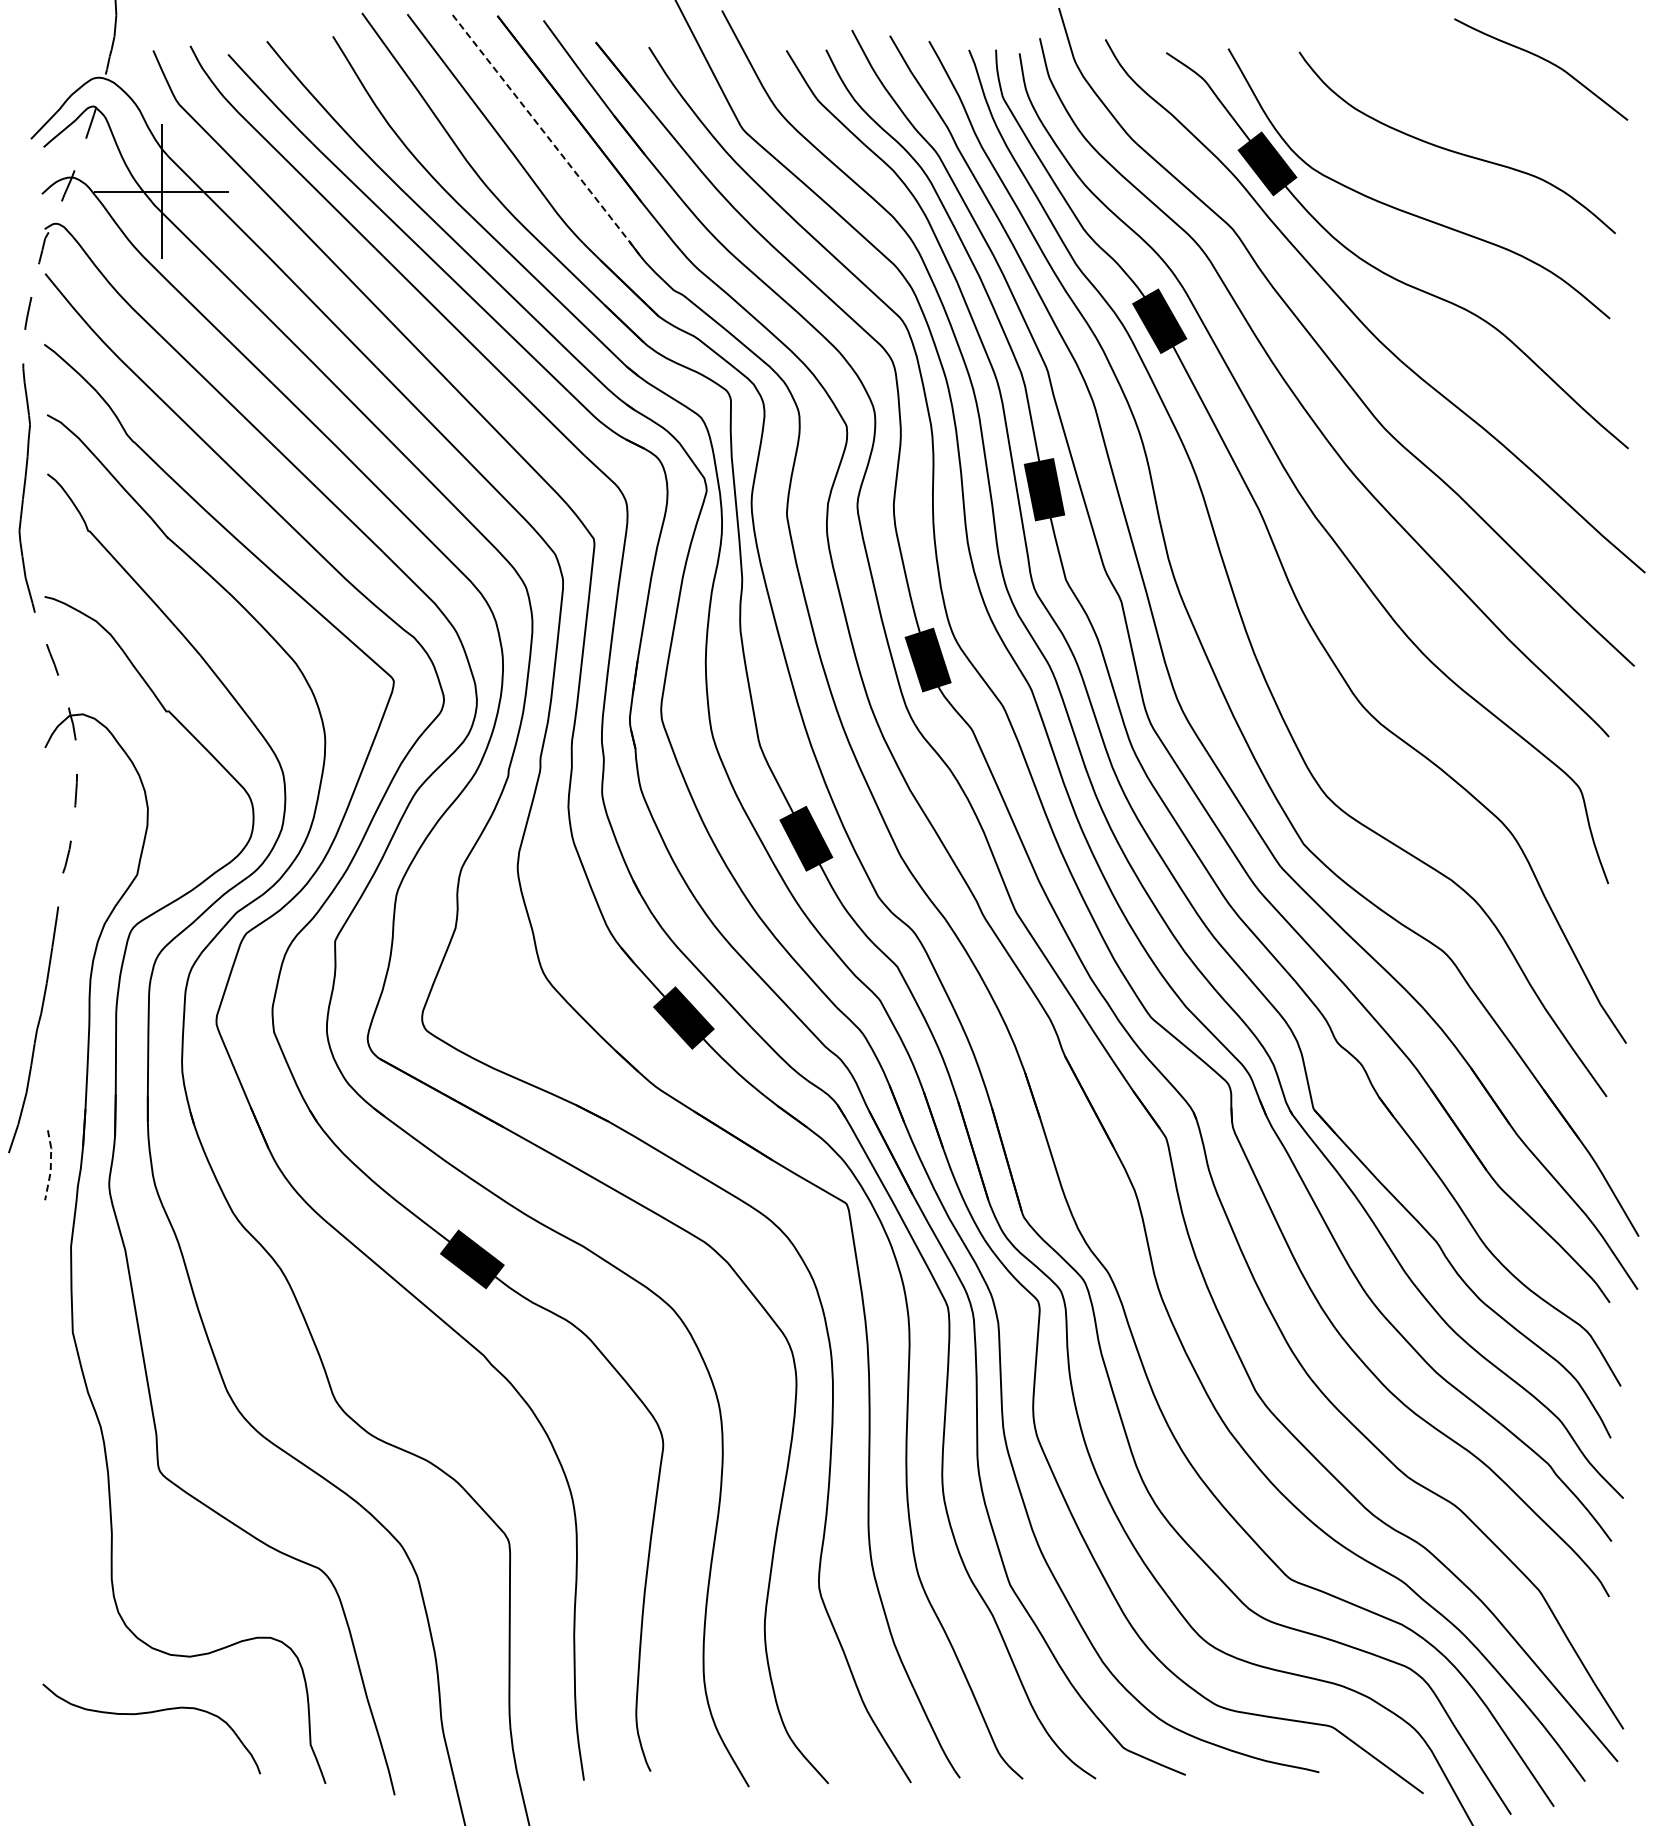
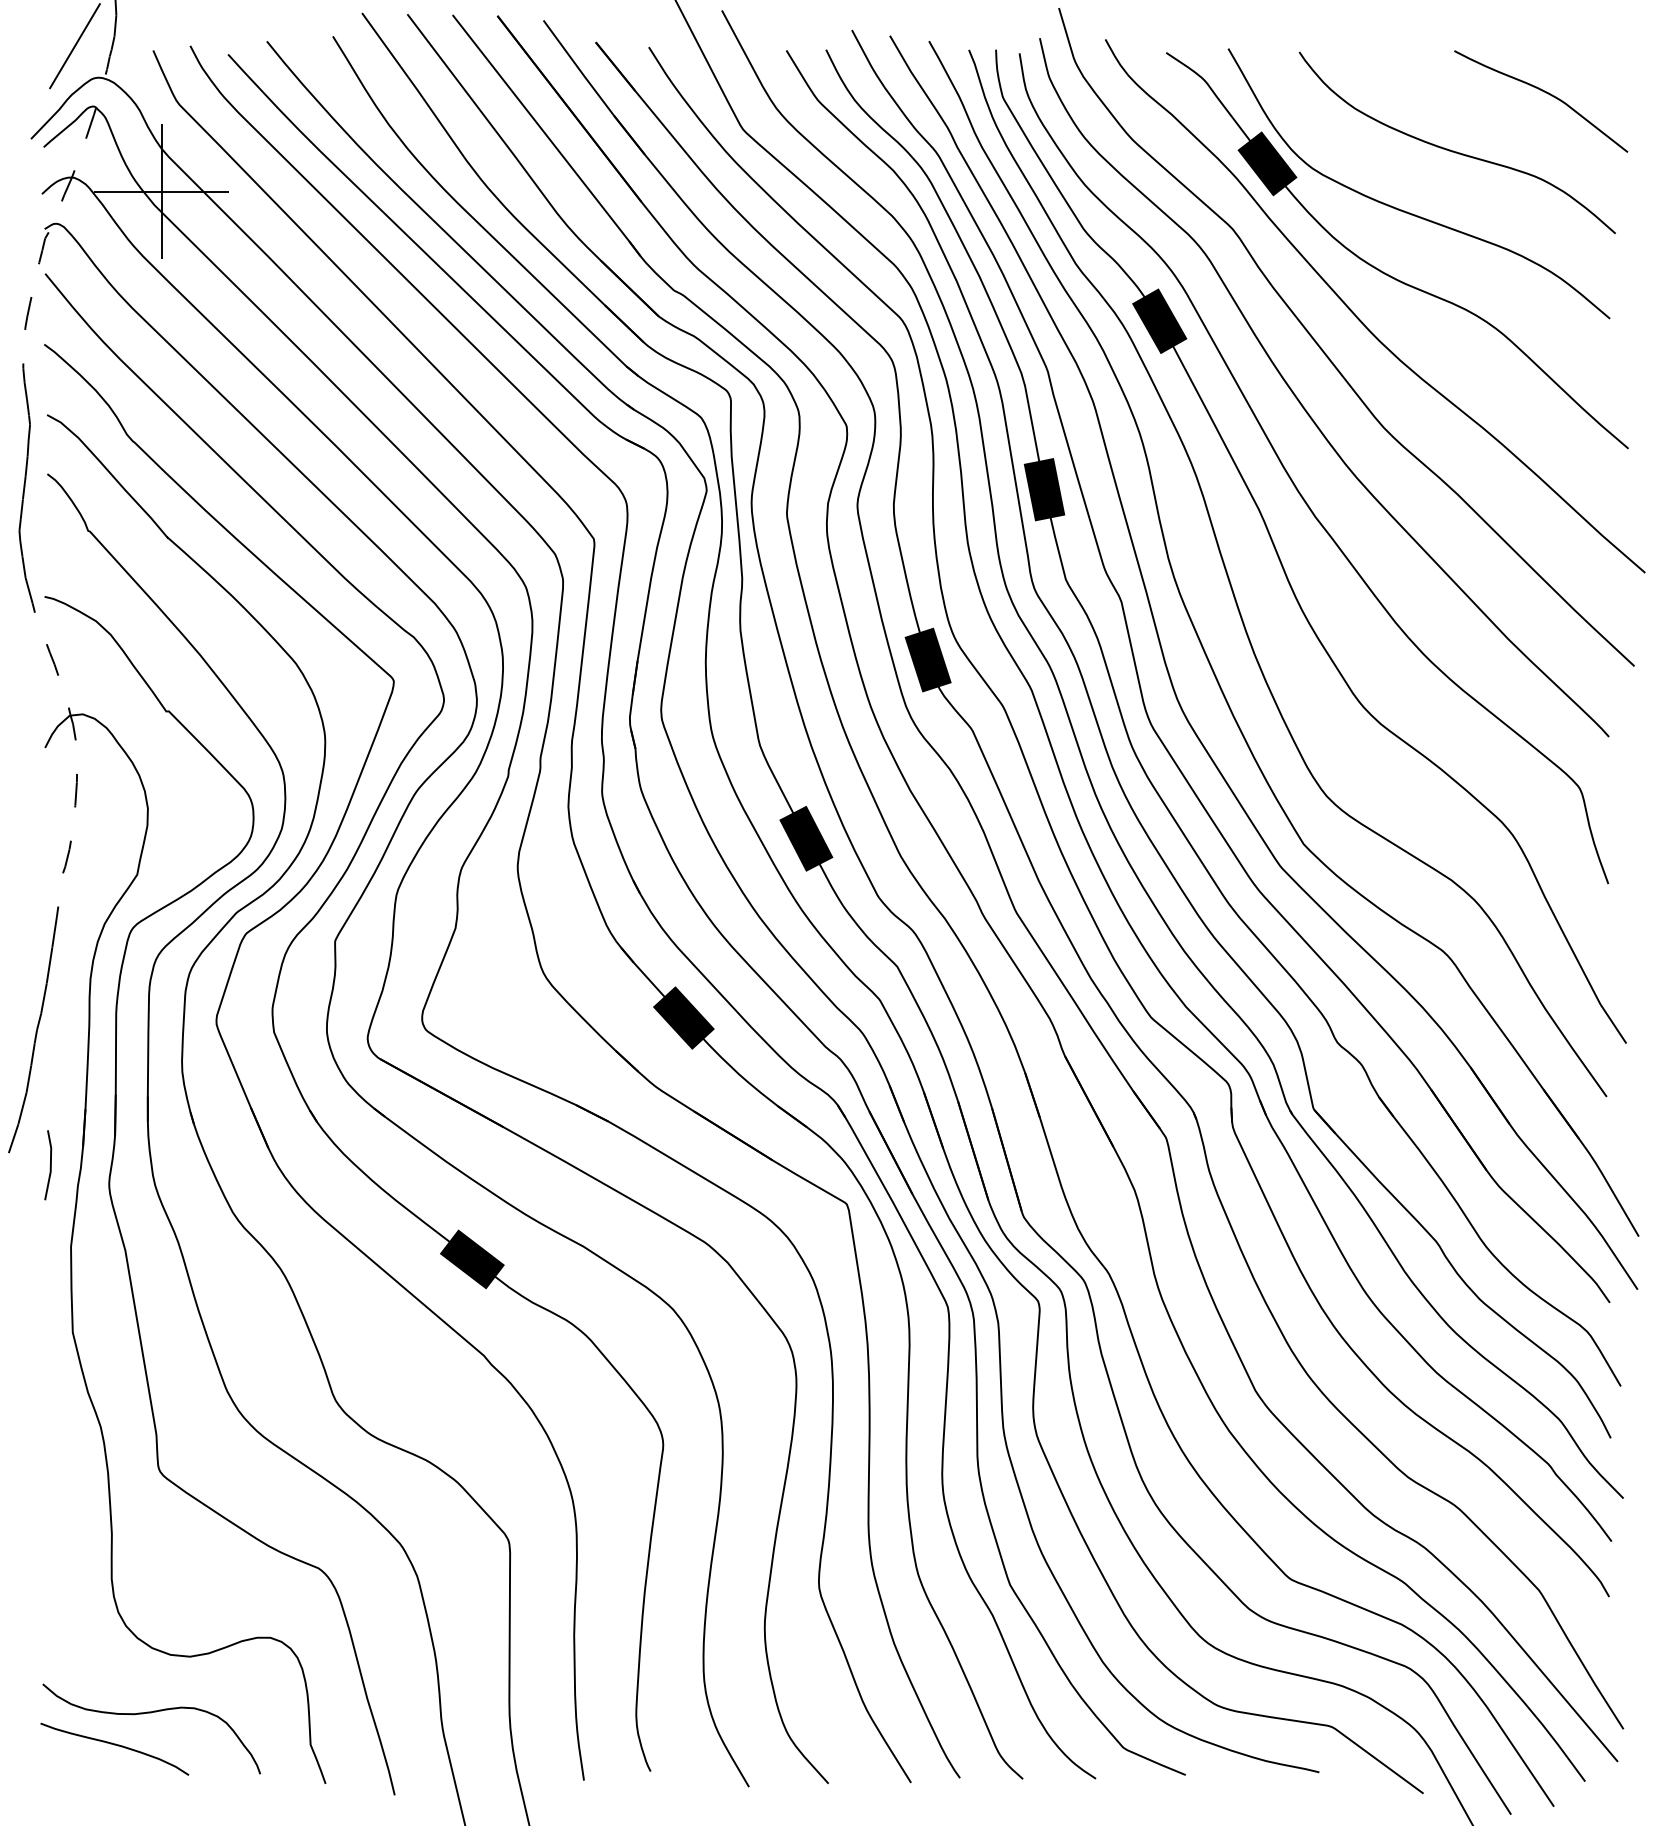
line at (74, 46): none -> present
curve at (1546, 61) position: (1546, 61) -> (1546, 93)
line at (547, 136): dashed -> solid
line at (50, 1165): dashed -> solid
curve at (114, 1745): none -> present
